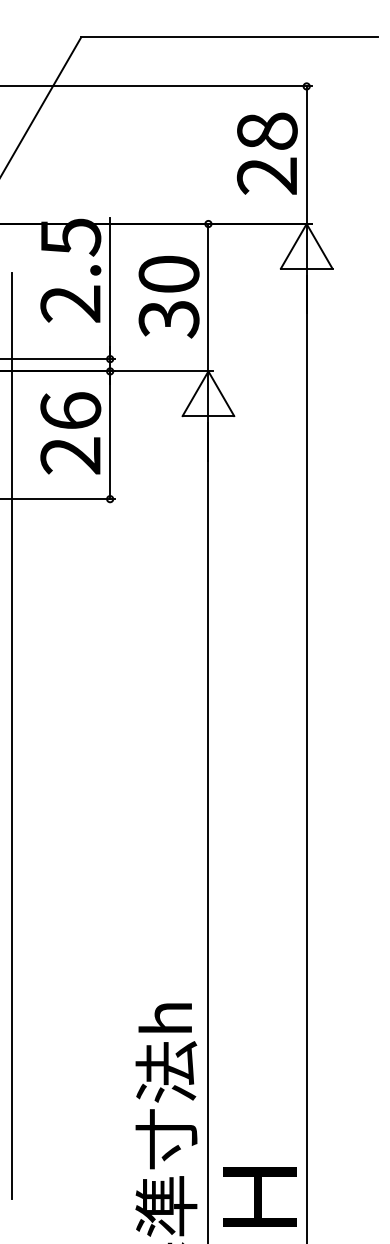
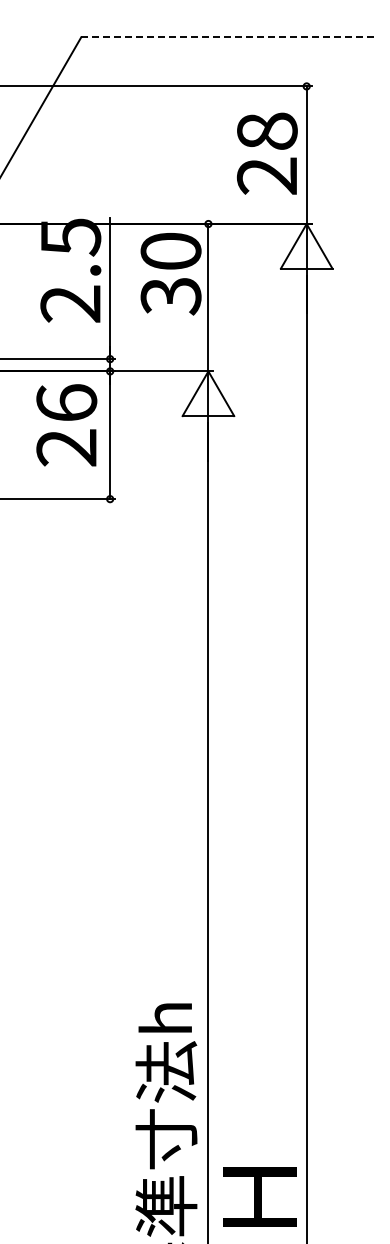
line at (230, 37): solid -> dashed
text at (168, 297) position: (168, 297) -> (170, 274)
text at (70, 433) position: (70, 433) -> (66, 425)
line at (11, 736): present -> none
